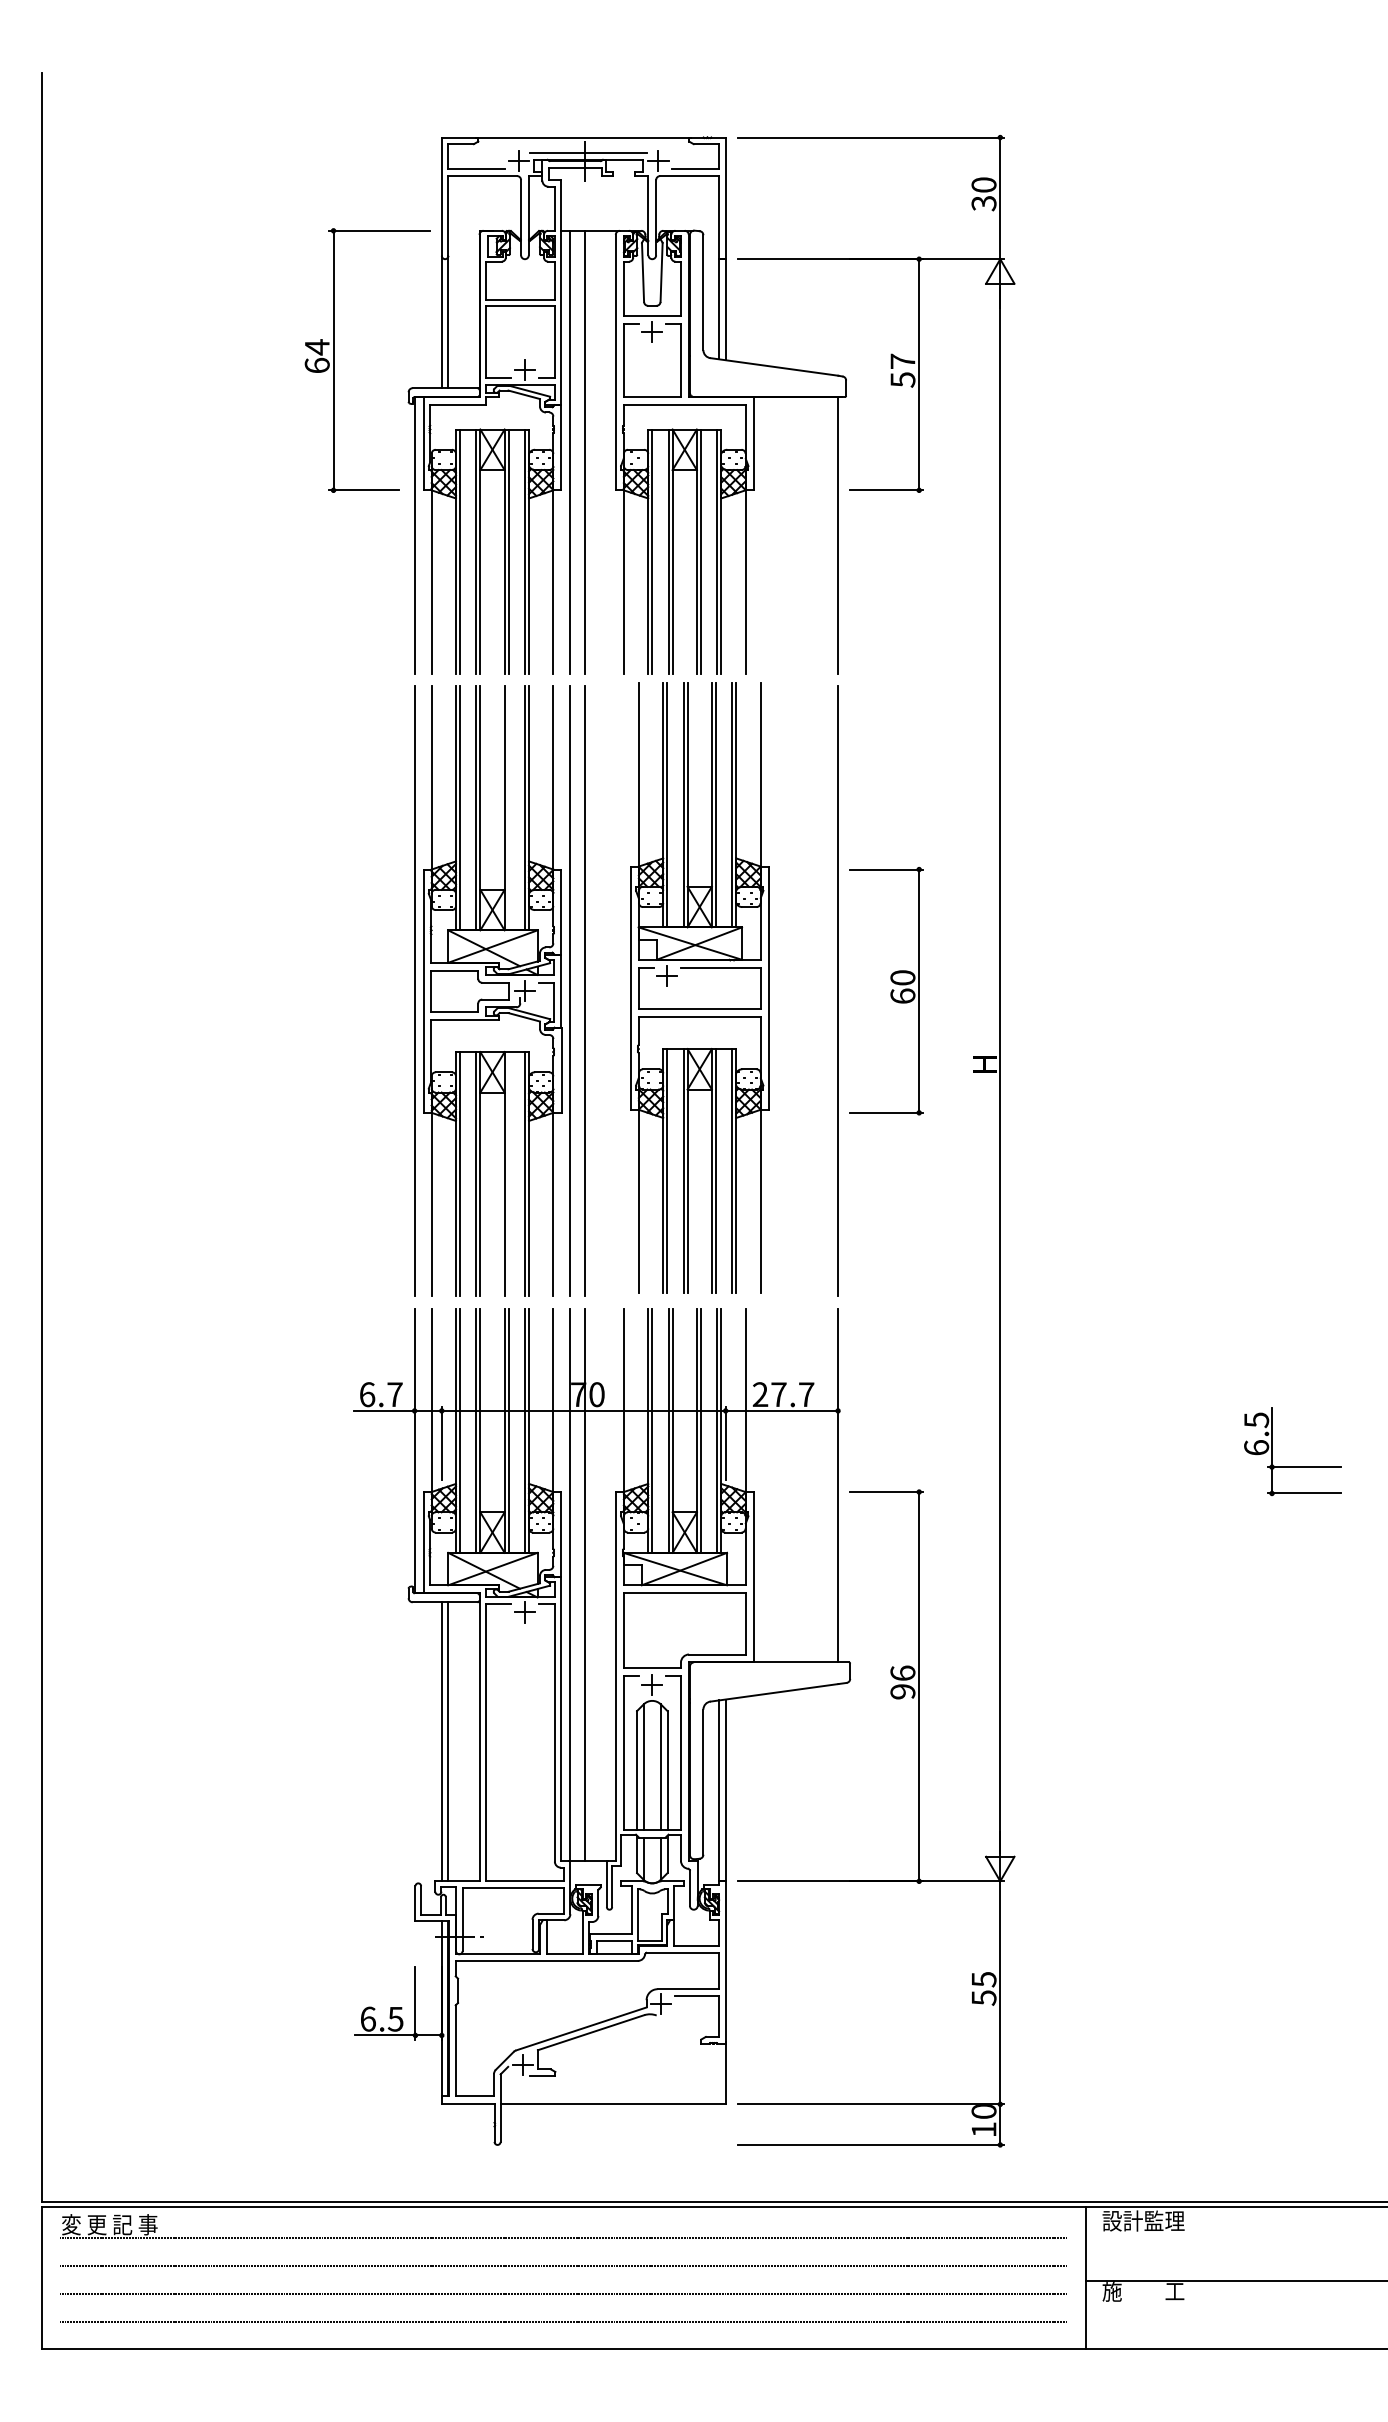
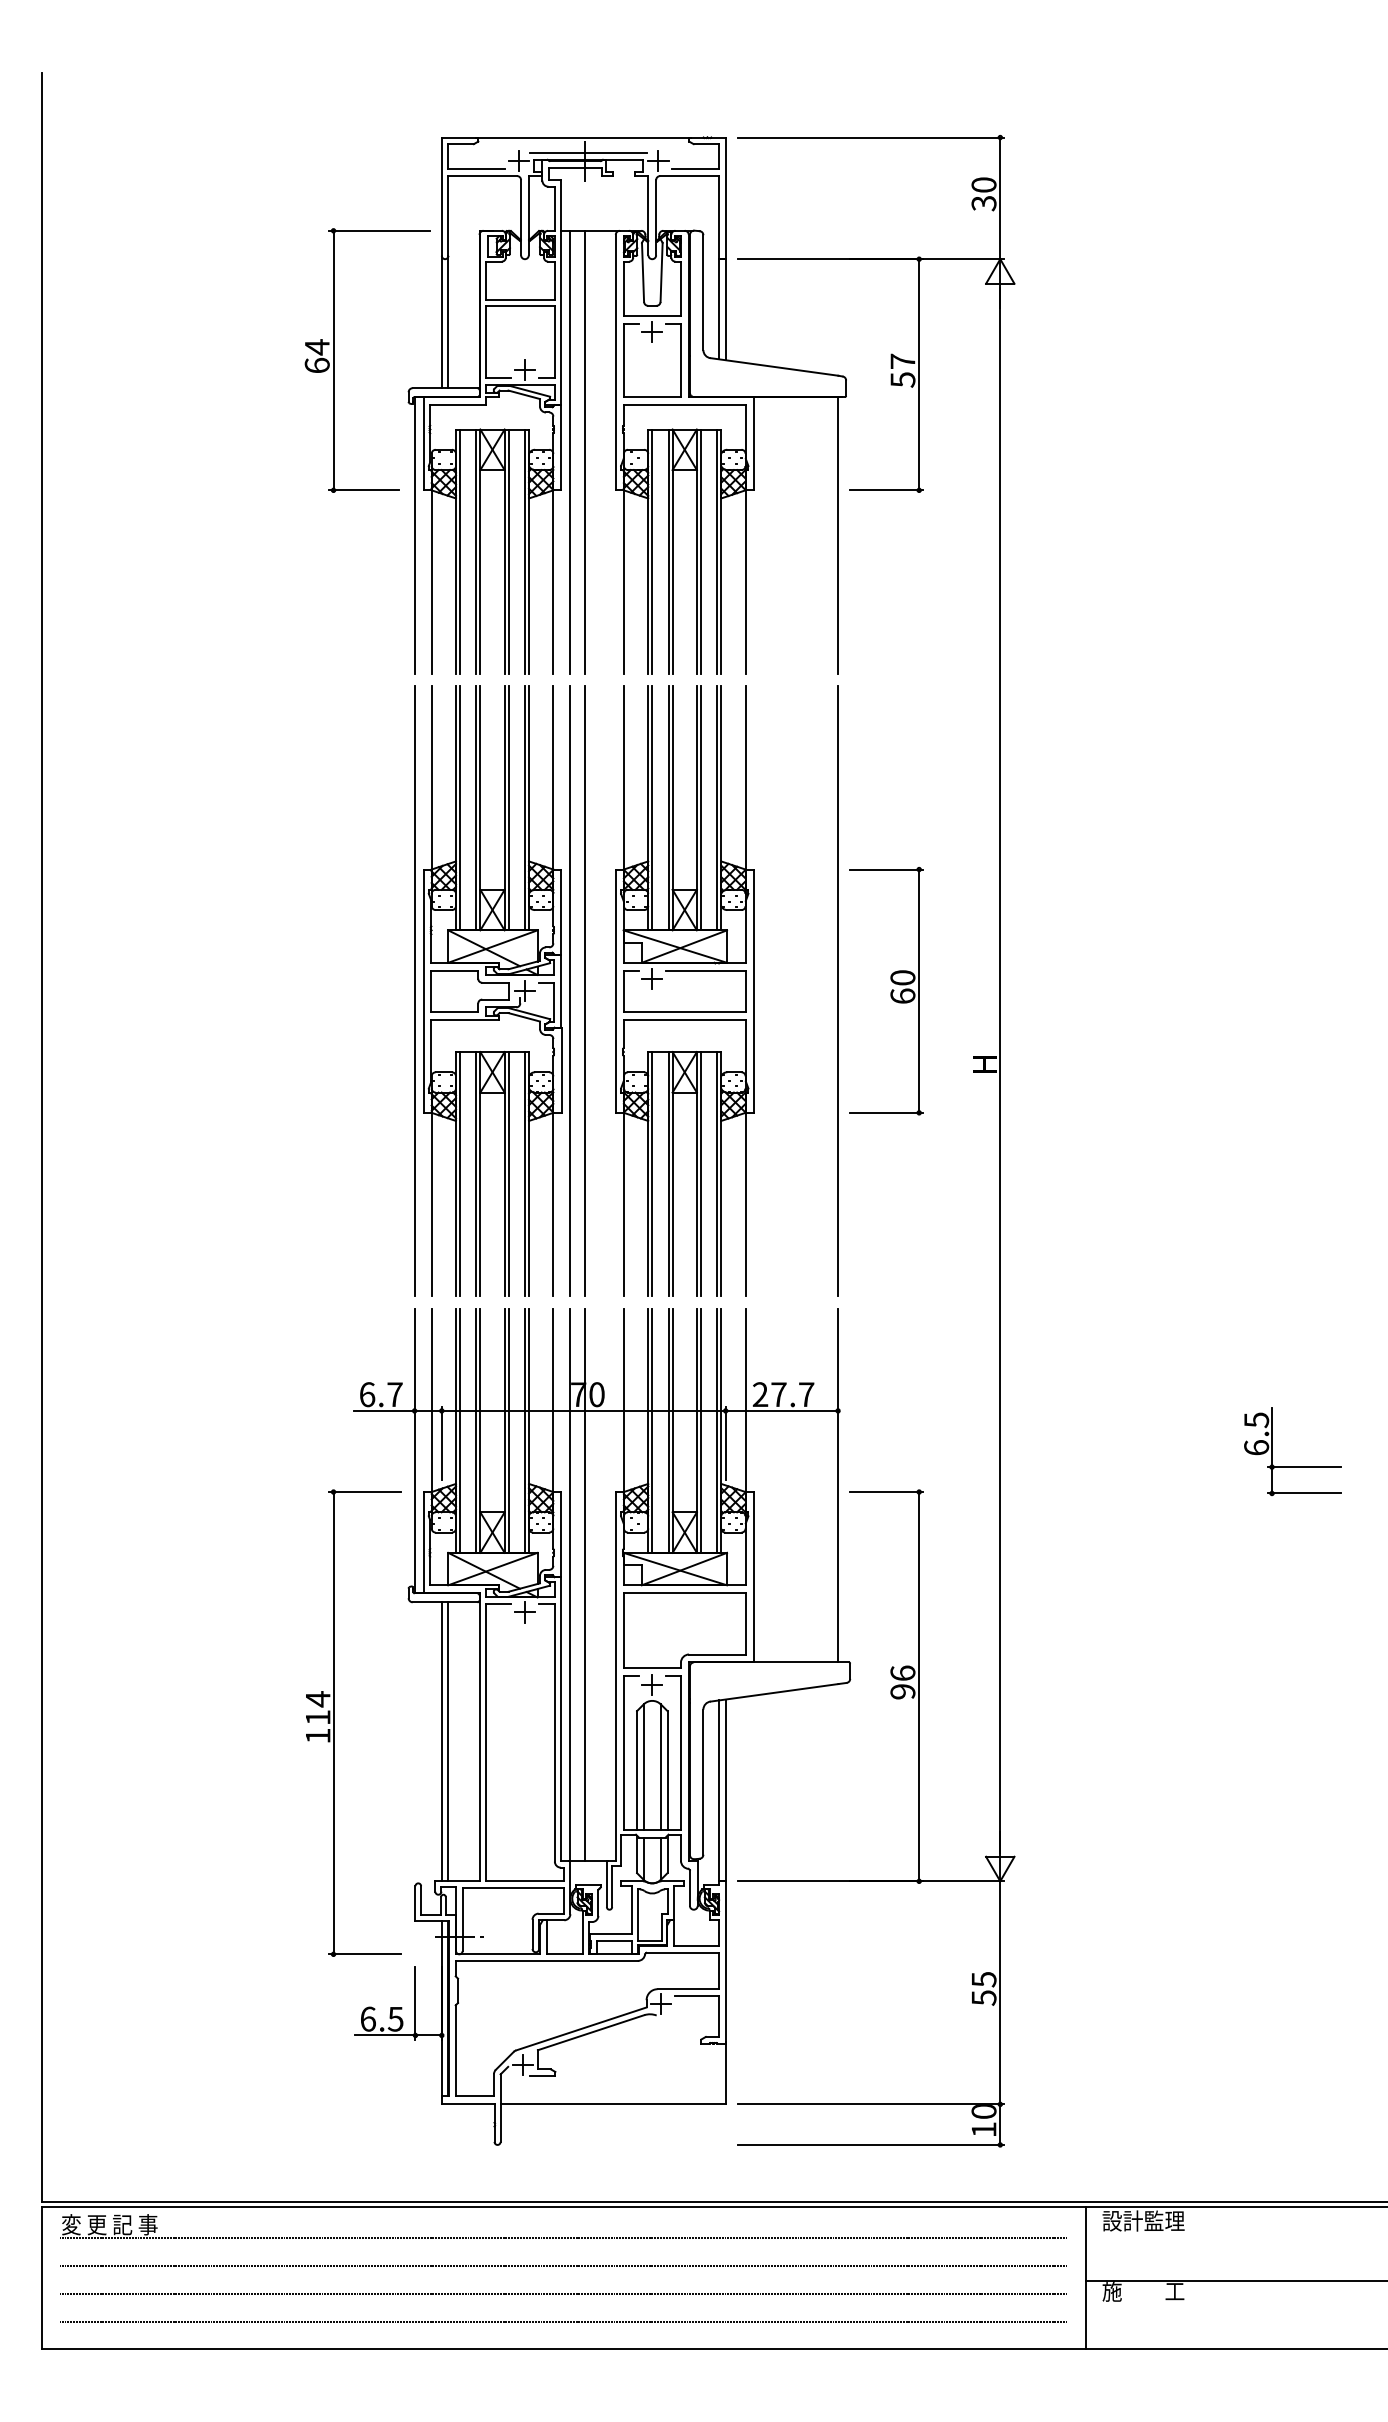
line at (508, 808): none -> present
part at (699, 987) position: (699, 987) -> (684, 990)
line at (508, 1174): none -> present
part at (334, 1722): none -> present
